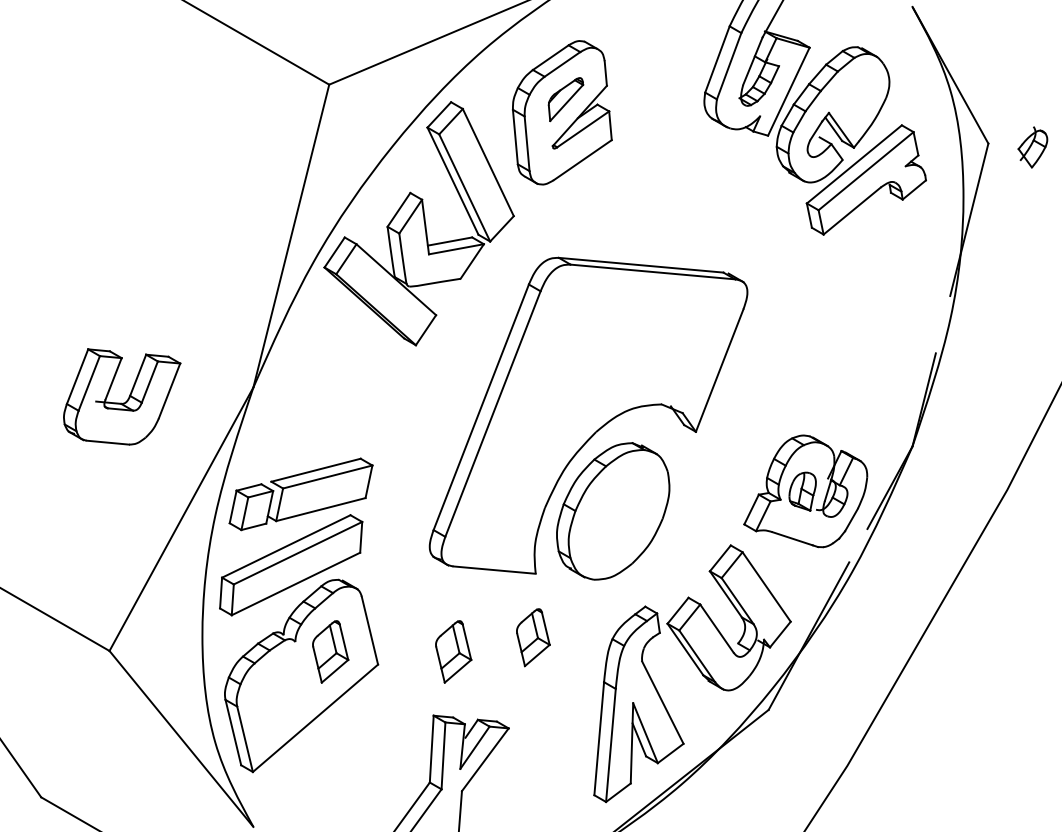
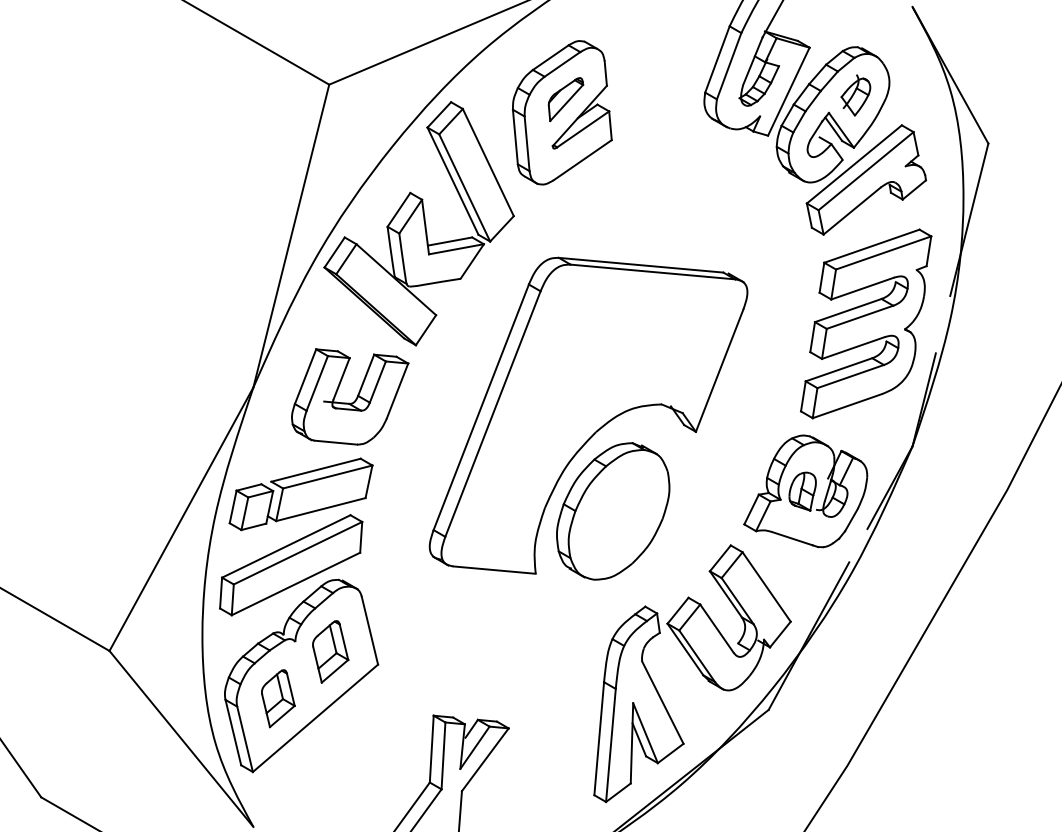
part at (1032, 147) position: (1032, 147) -> (855, 95)
part at (866, 323): none -> present
part at (122, 396) position: (122, 396) -> (350, 396)
part at (533, 637) position: (533, 637) -> (278, 698)
part at (453, 651): present -> none
